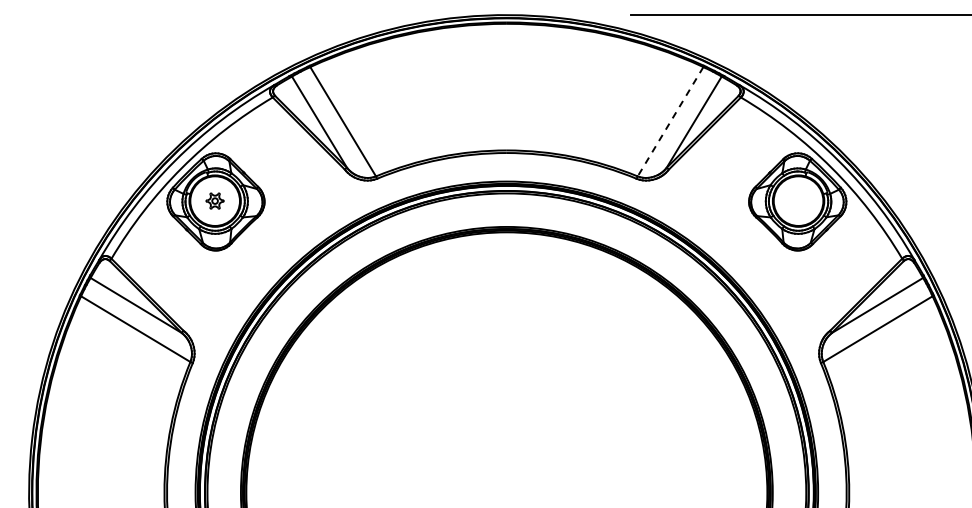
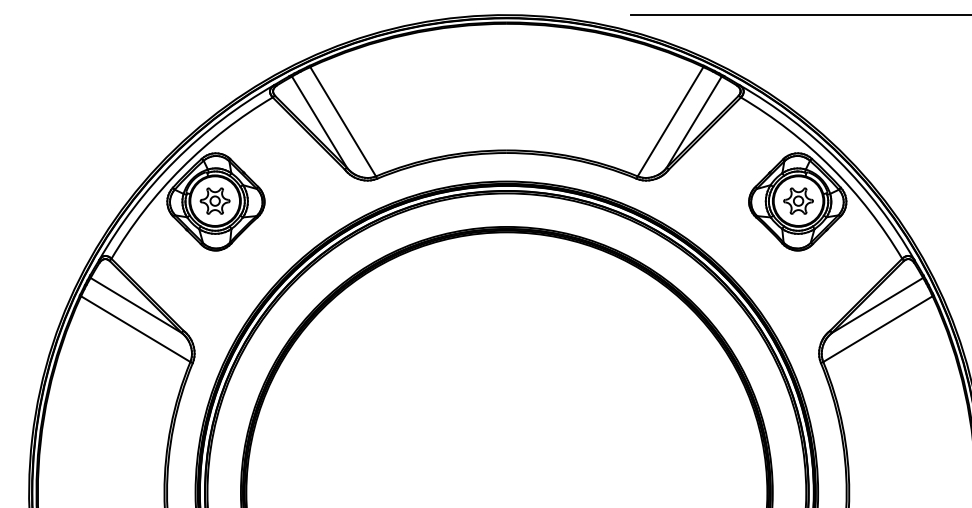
line at (670, 121): dashed -> solid
part at (214, 200) size: 20x18 px -> 32x28 px
part at (798, 200): none -> present
